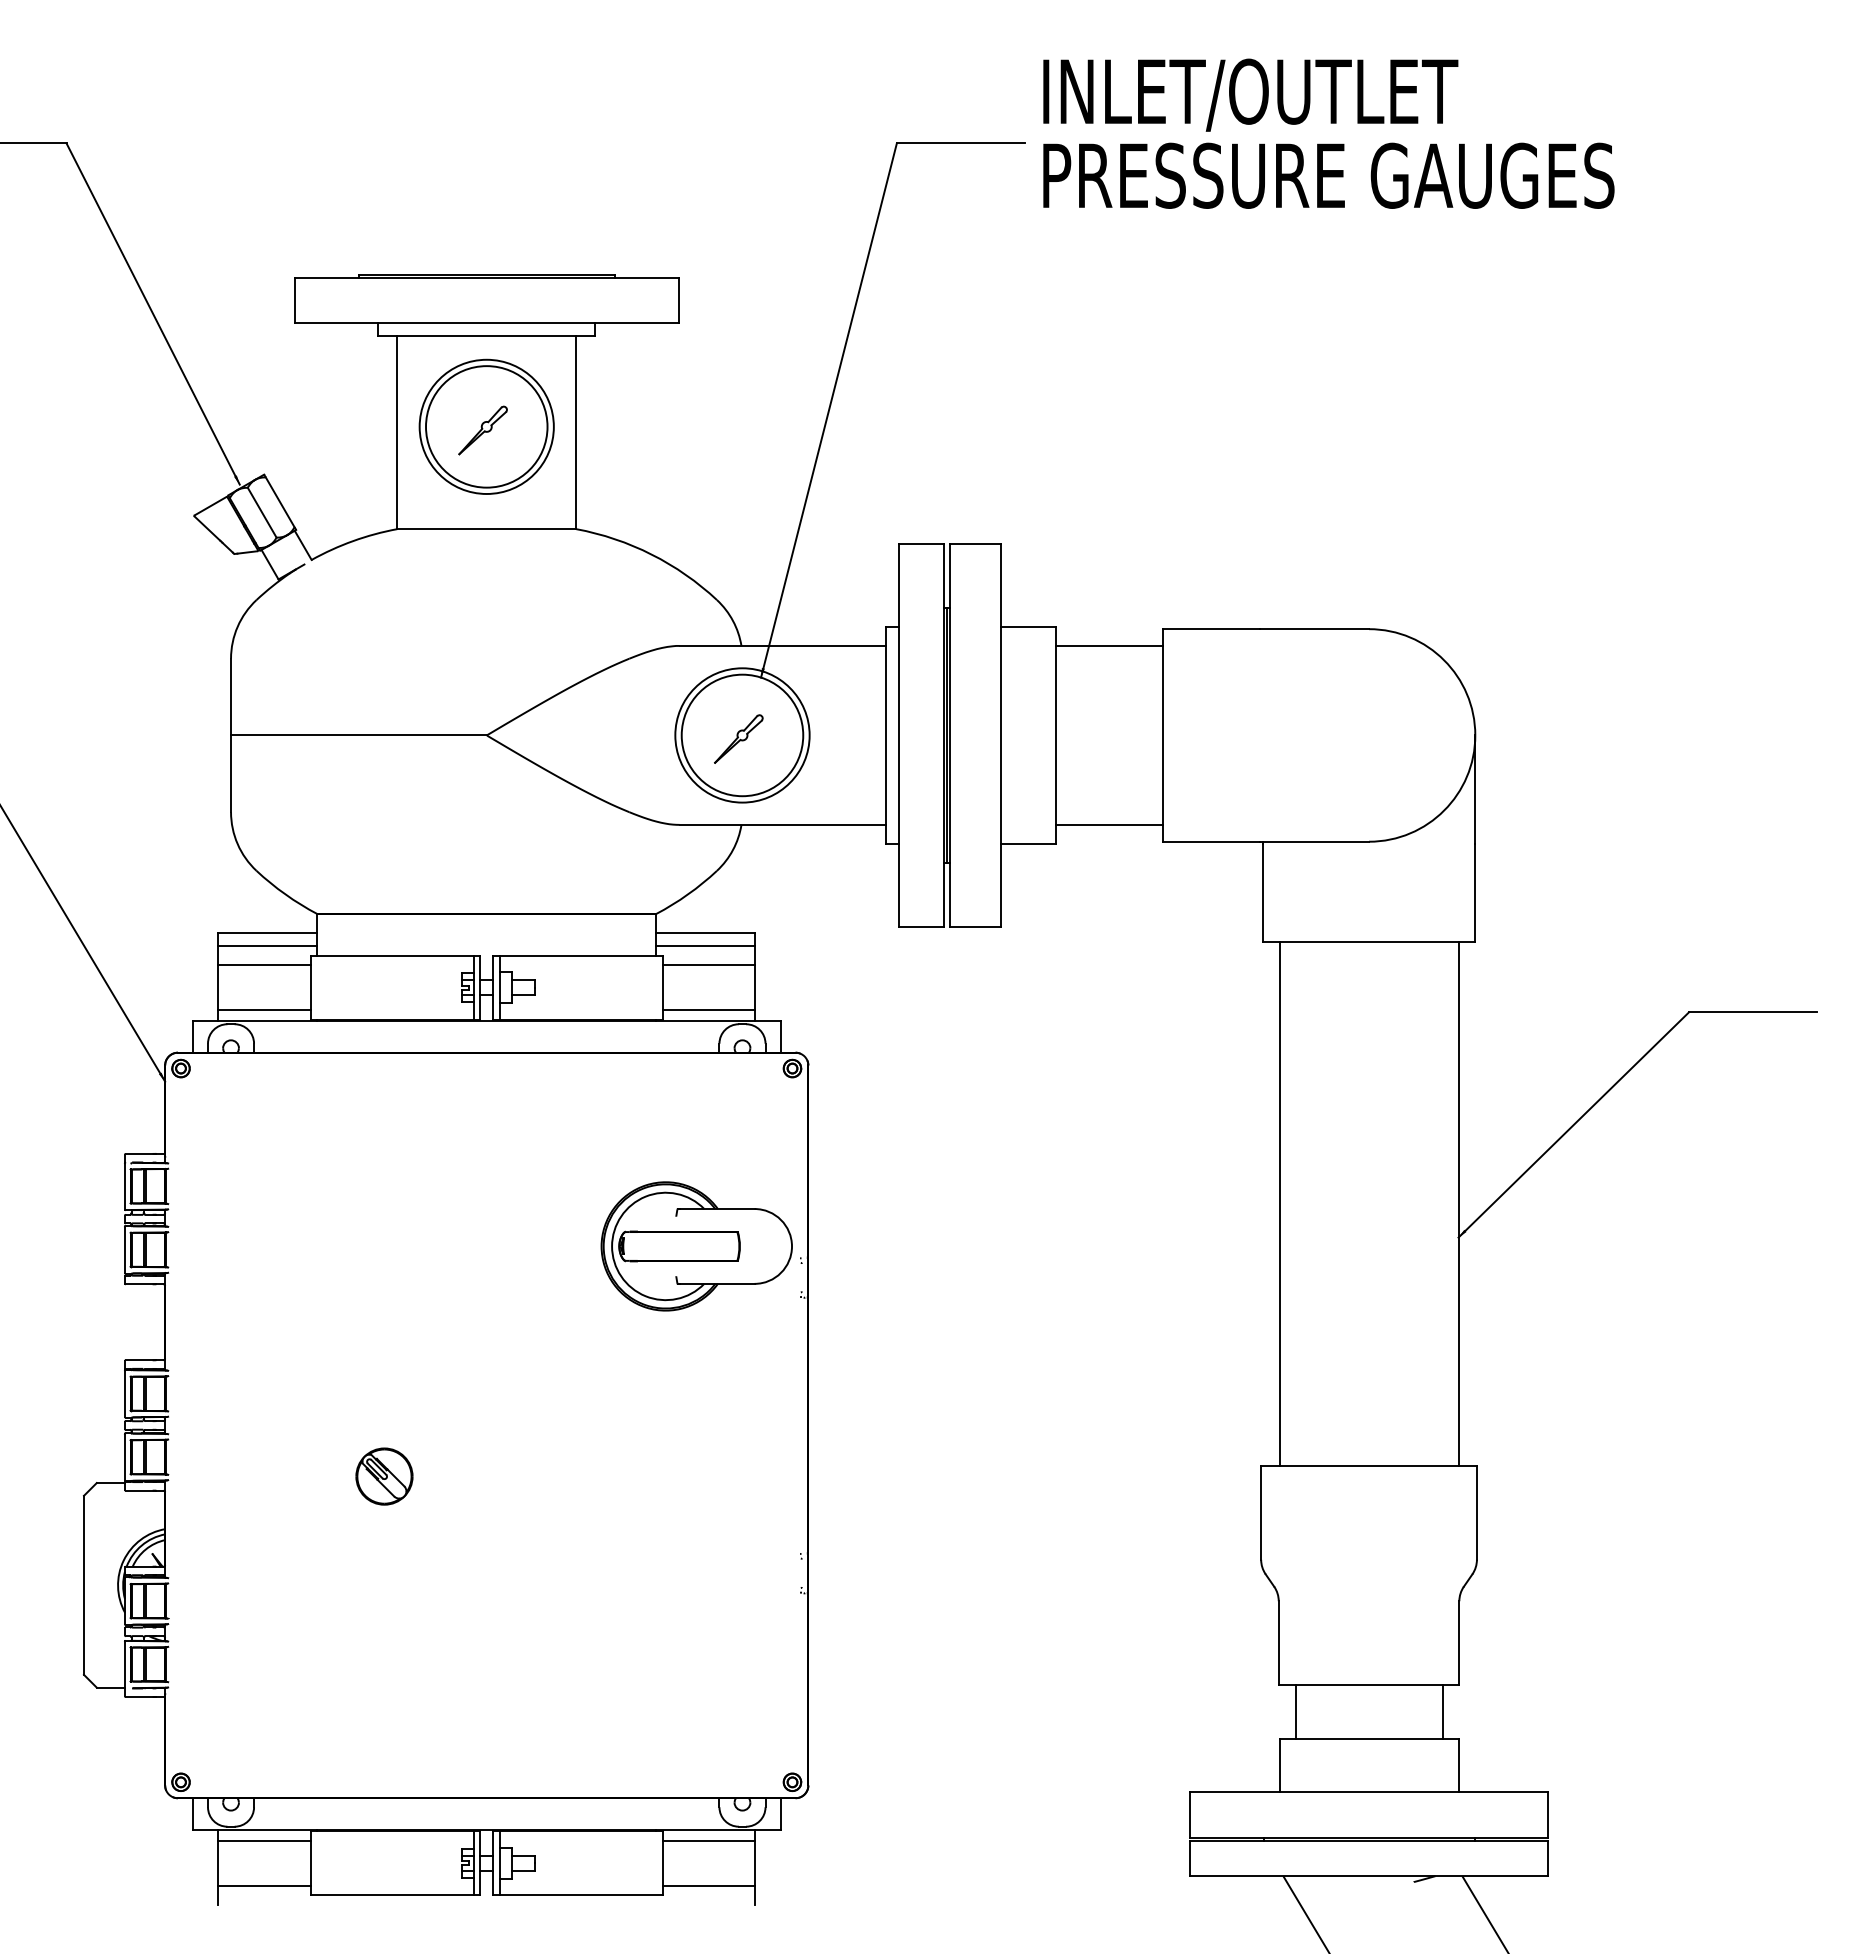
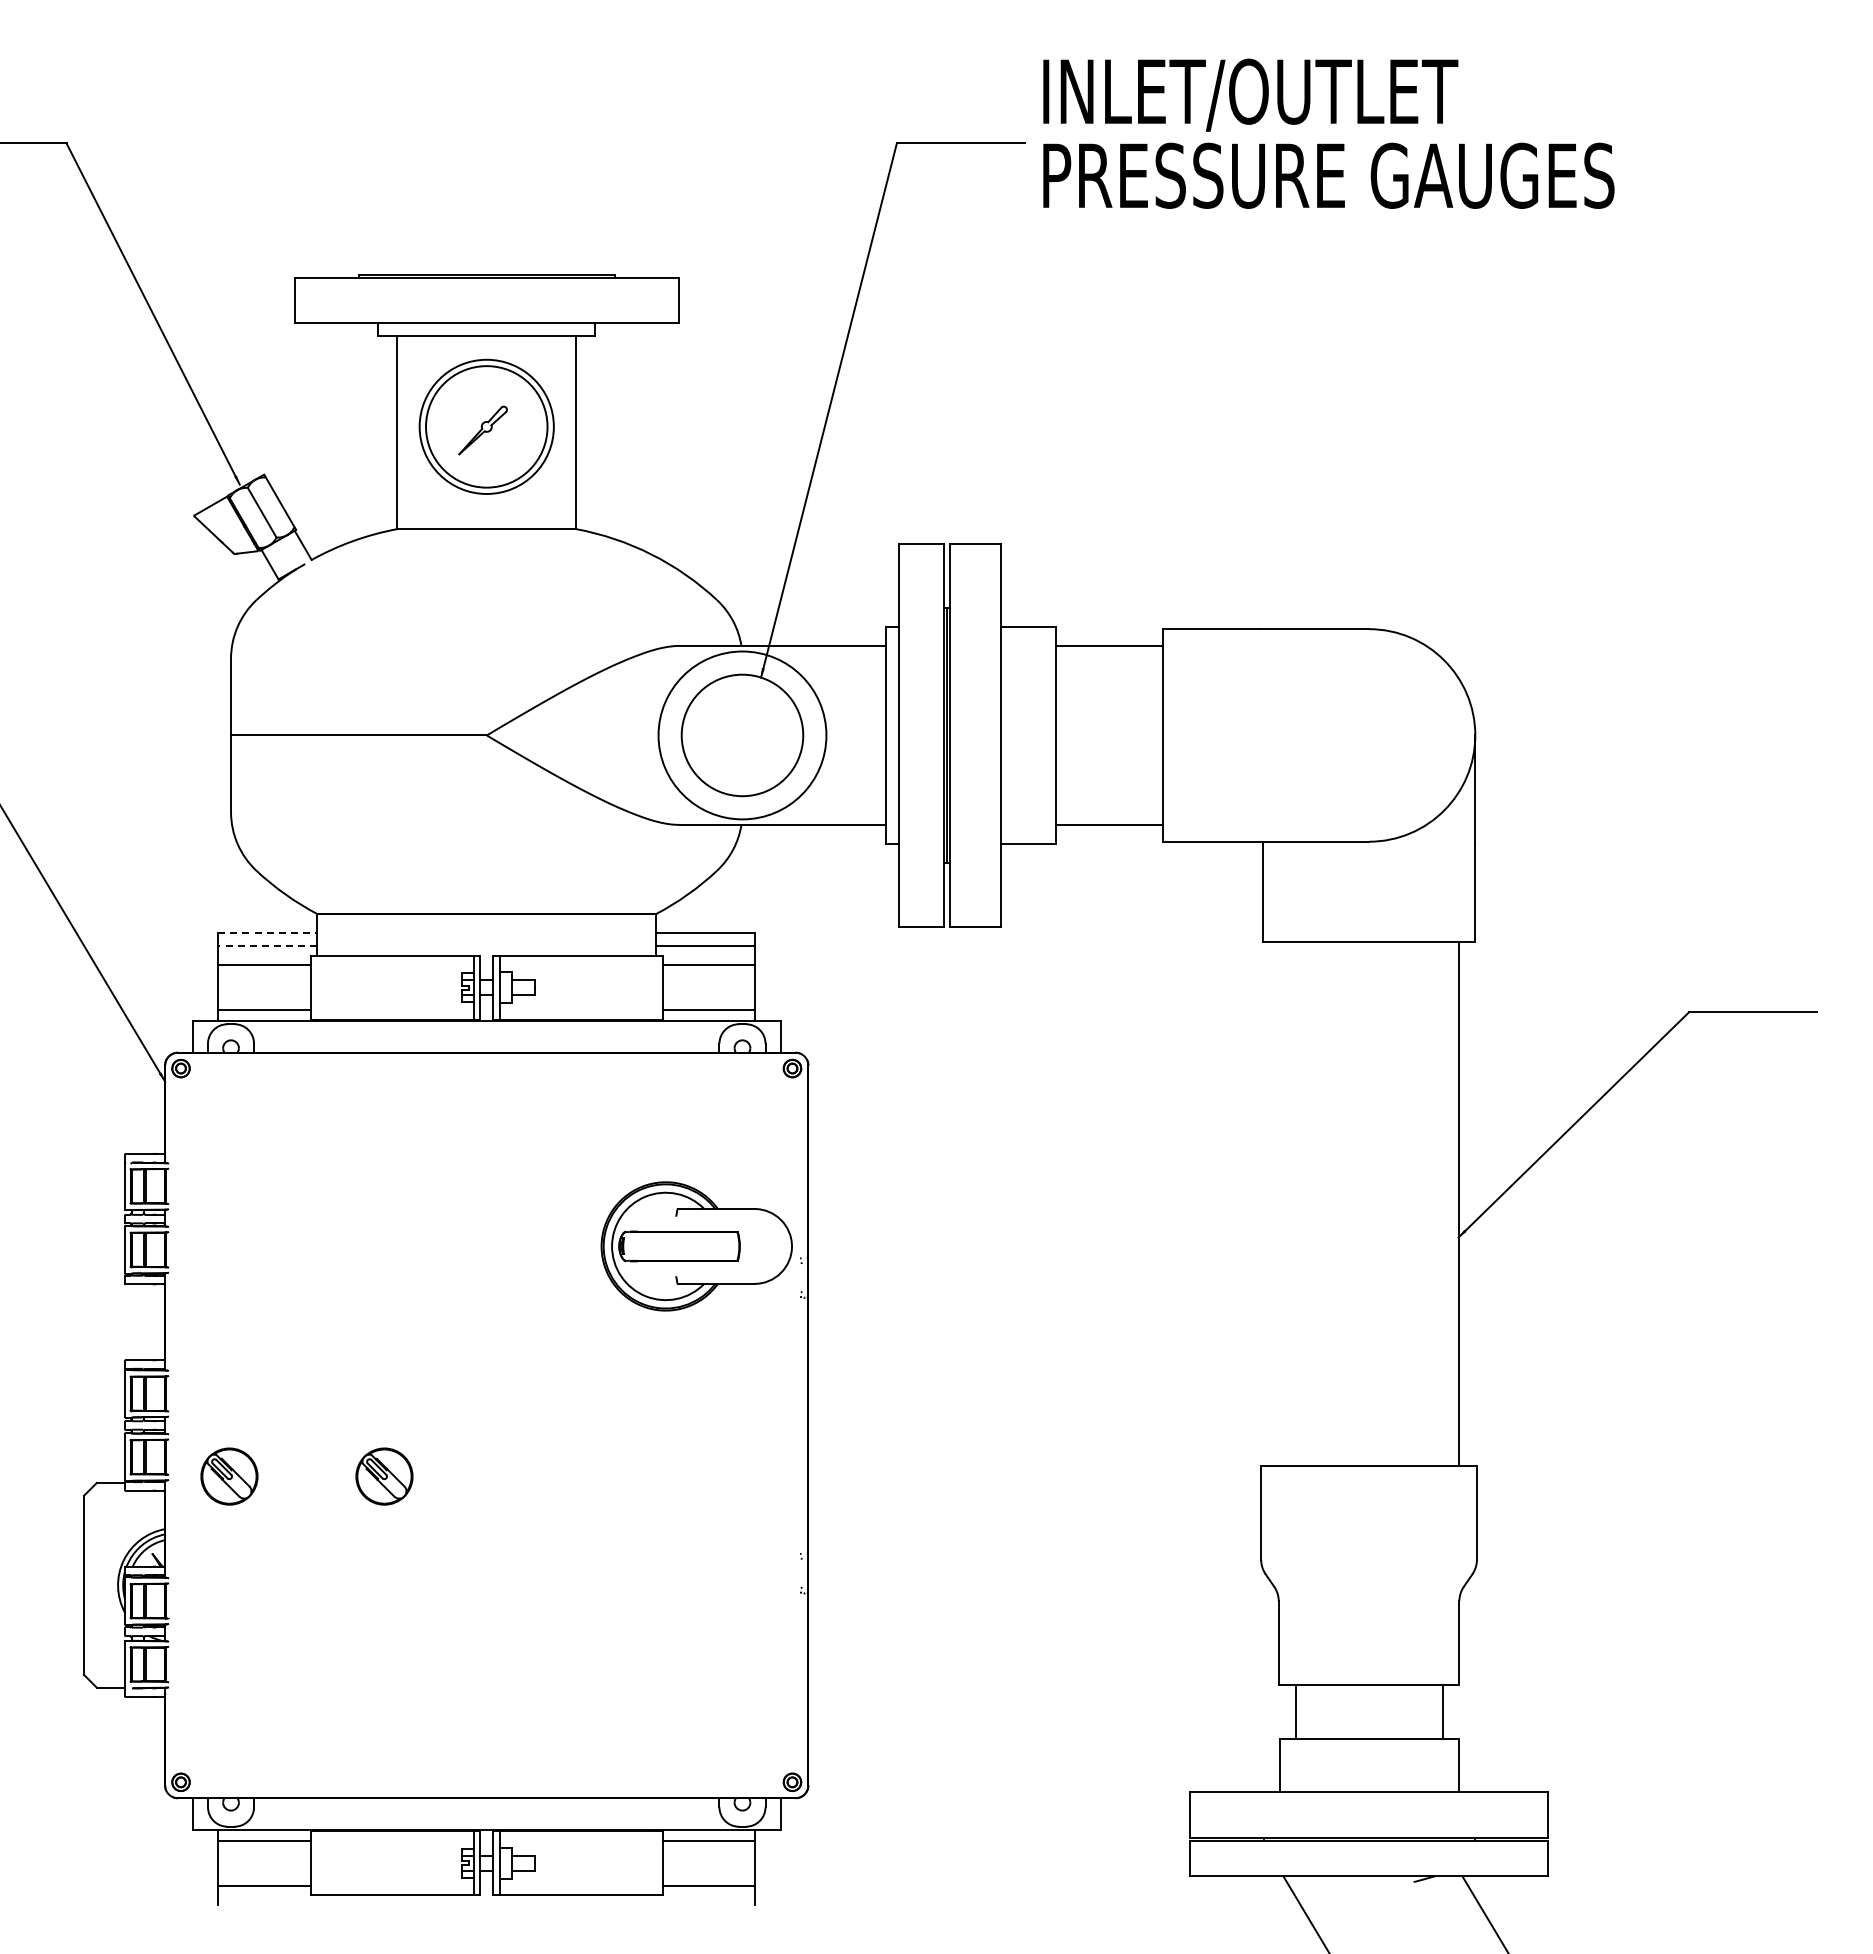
circle at (742, 735) diameter: 134 px -> 168 px
part at (738, 738): present -> none
line at (267, 933): solid -> dashed
line at (267, 945): solid -> dashed
line at (1279, 1203): present -> none
part at (229, 1476): none -> present
